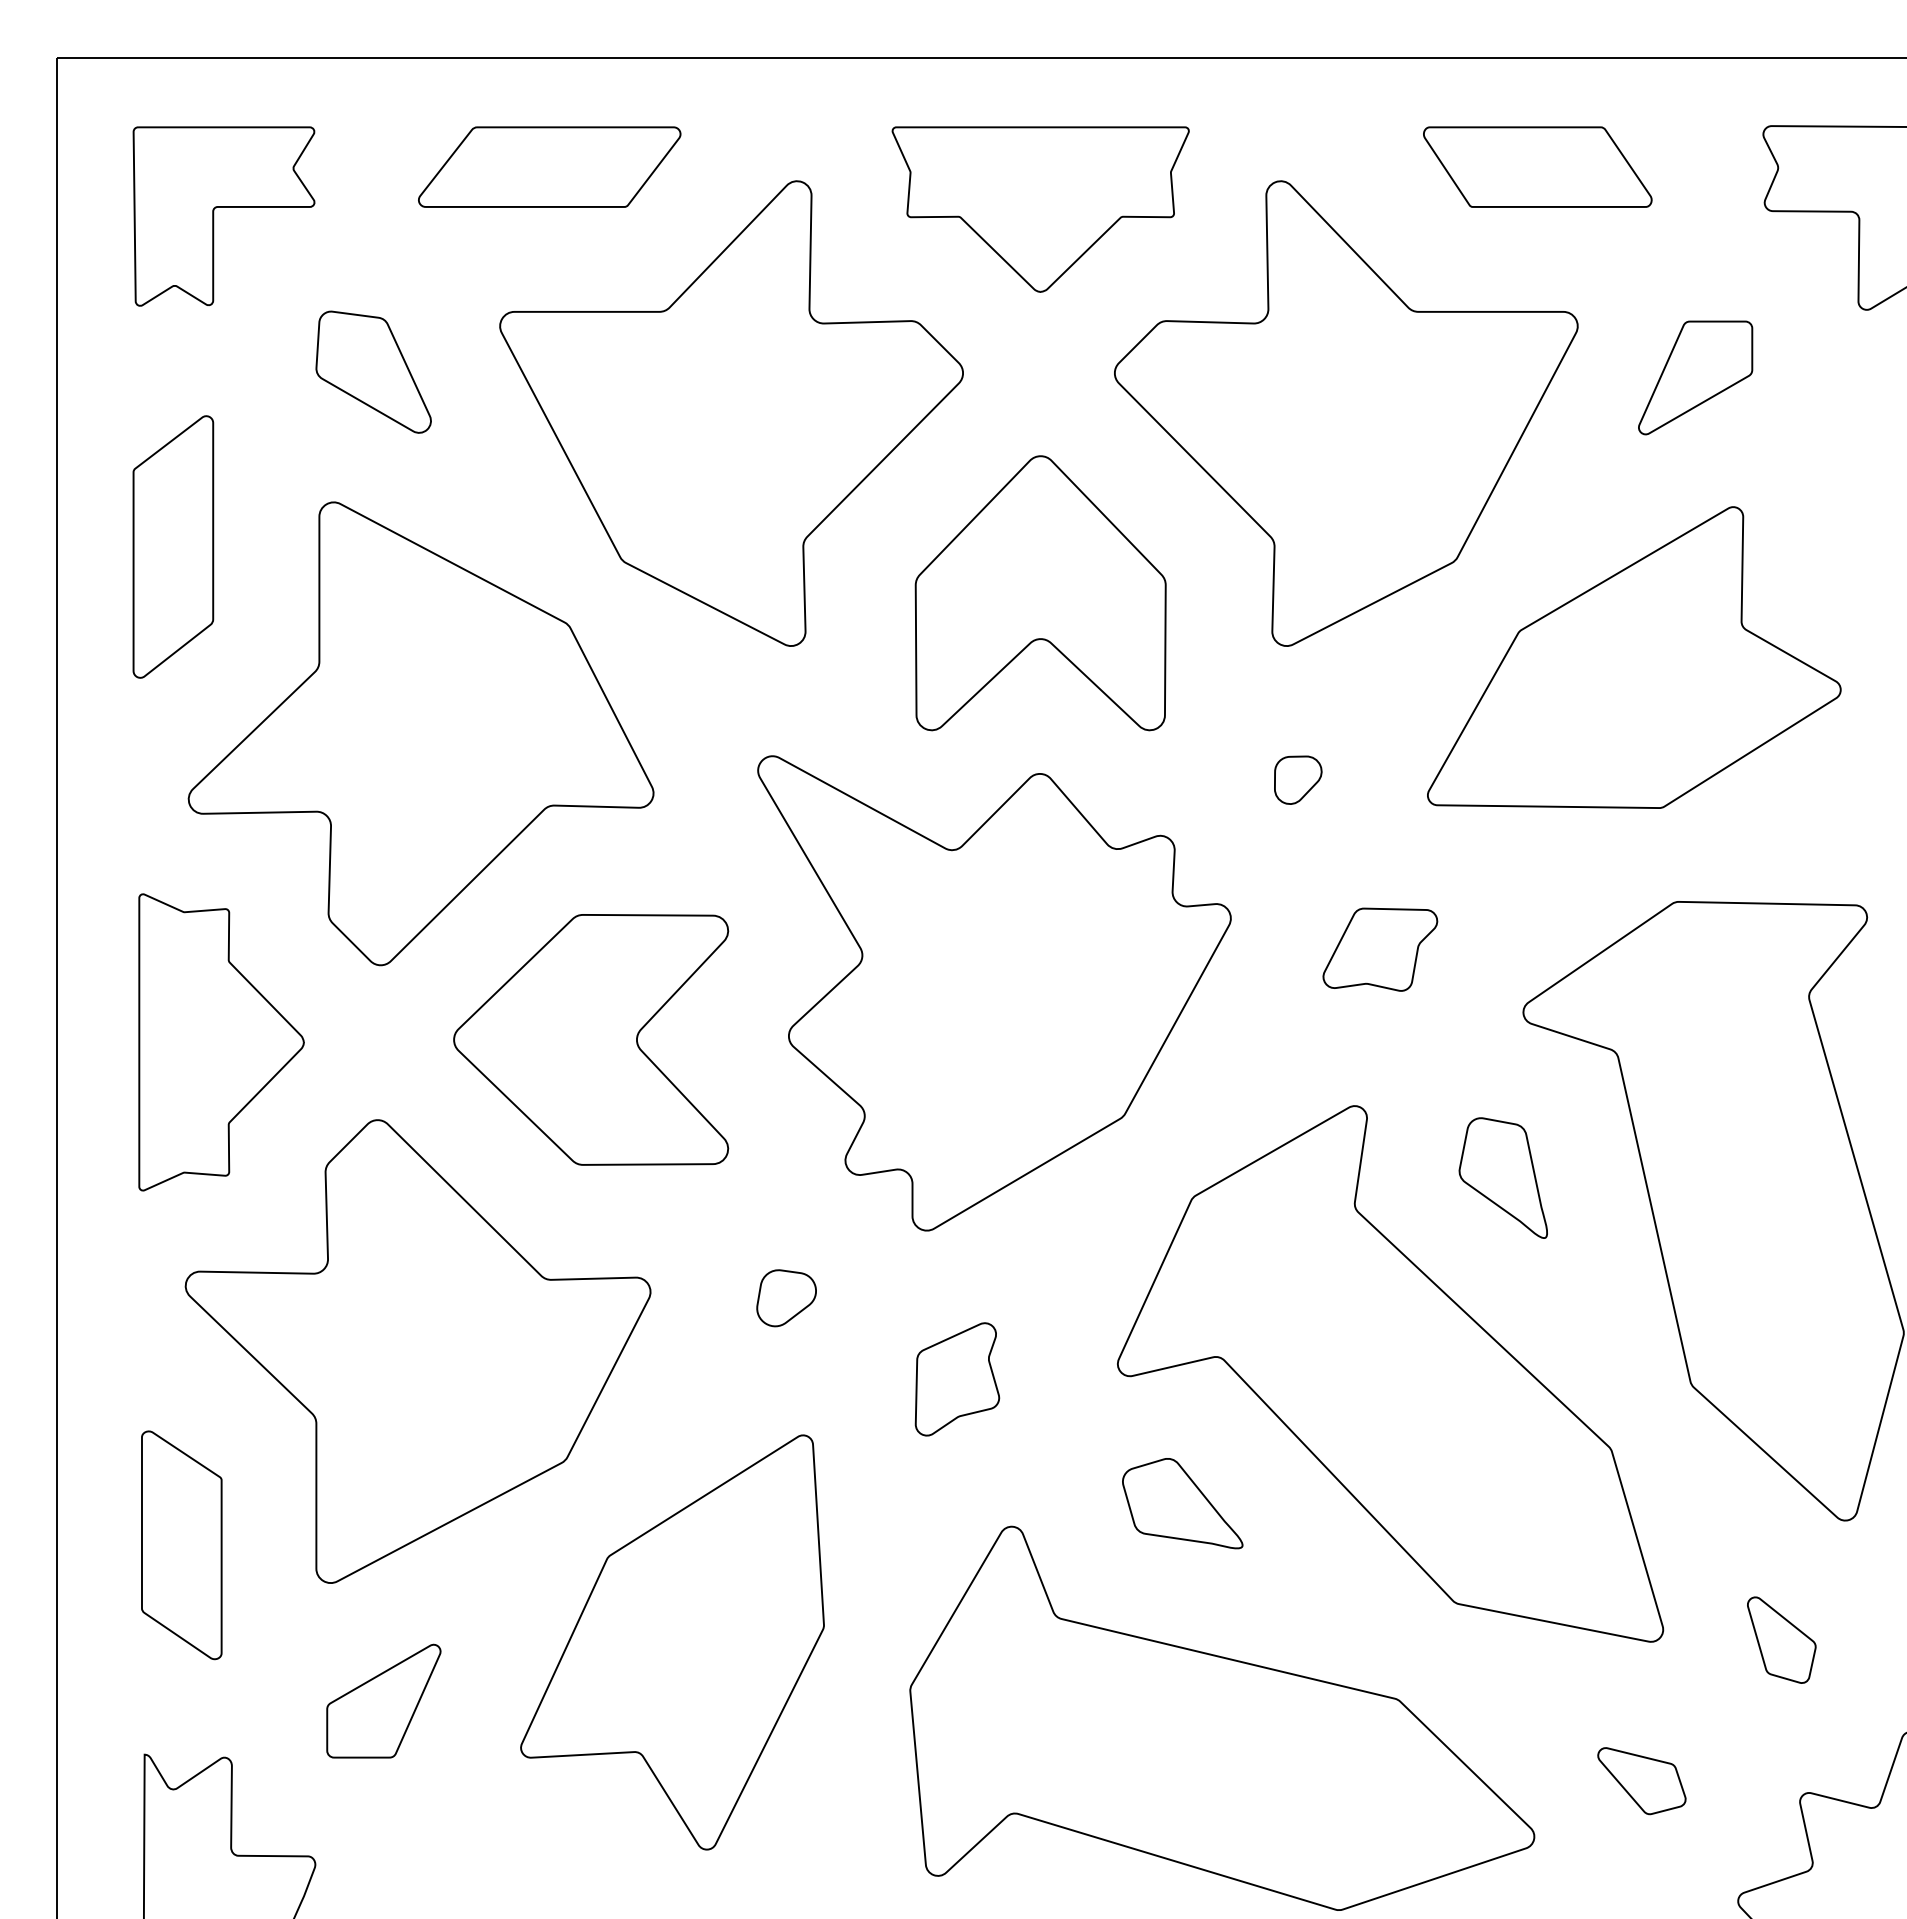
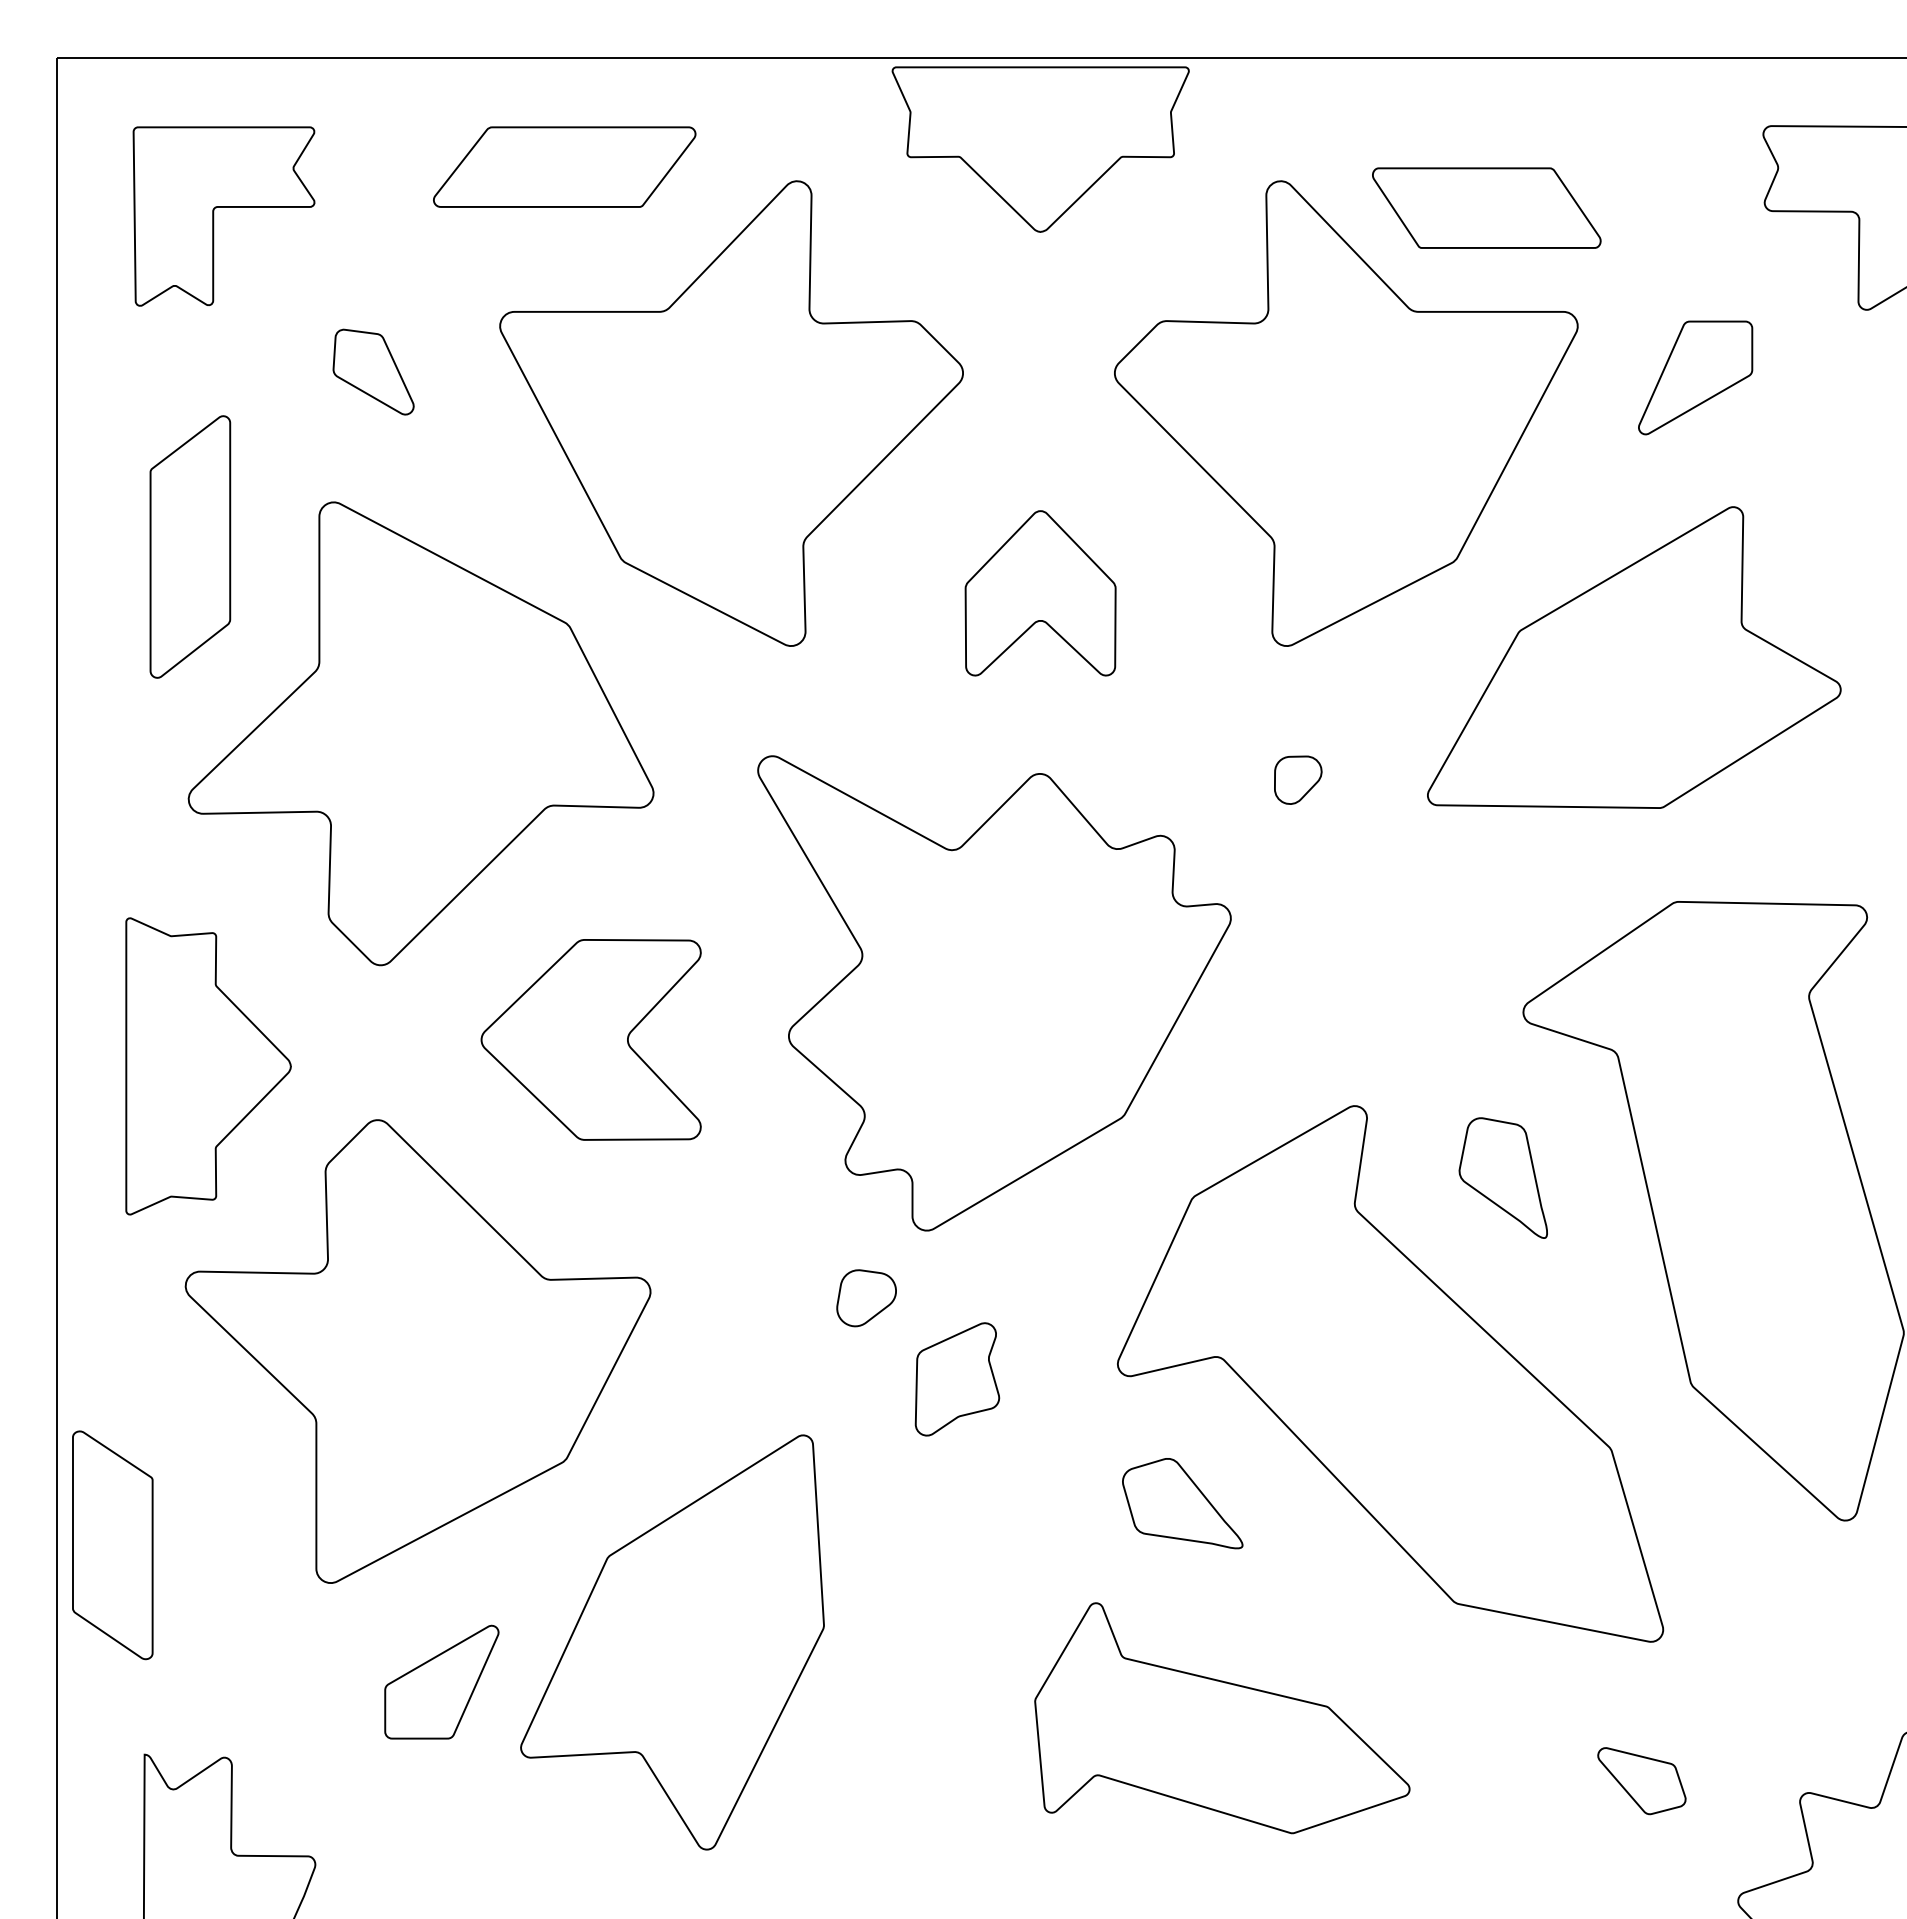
part at (549, 166) position: (549, 166) -> (564, 166)
part at (1537, 166) position: (1537, 166) -> (1486, 207)
part at (1040, 209) position: (1040, 209) -> (1040, 149)
part at (373, 371) size: 117x124 px -> 83x88 px
part at (173, 546) position: (173, 546) -> (190, 546)
part at (1040, 593) size: 253x277 px -> 153x167 px
part at (1380, 949): present -> none
part at (591, 1039) size: 277x252 px -> 222x202 px
part at (221, 1042) position: (221, 1042) -> (208, 1066)
part at (786, 1298) position: (786, 1298) -> (866, 1298)
part at (181, 1545) position: (181, 1545) -> (112, 1545)
part at (1781, 1639): present -> none
part at (383, 1700) position: (383, 1700) -> (441, 1681)
part at (1222, 1717) size: 627x386 px -> 377x233 px
